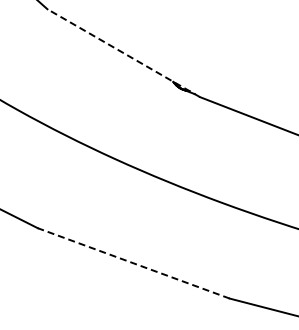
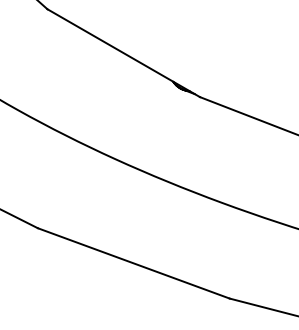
line at (123, 52): dashed -> solid
line at (133, 263): dashed -> solid
